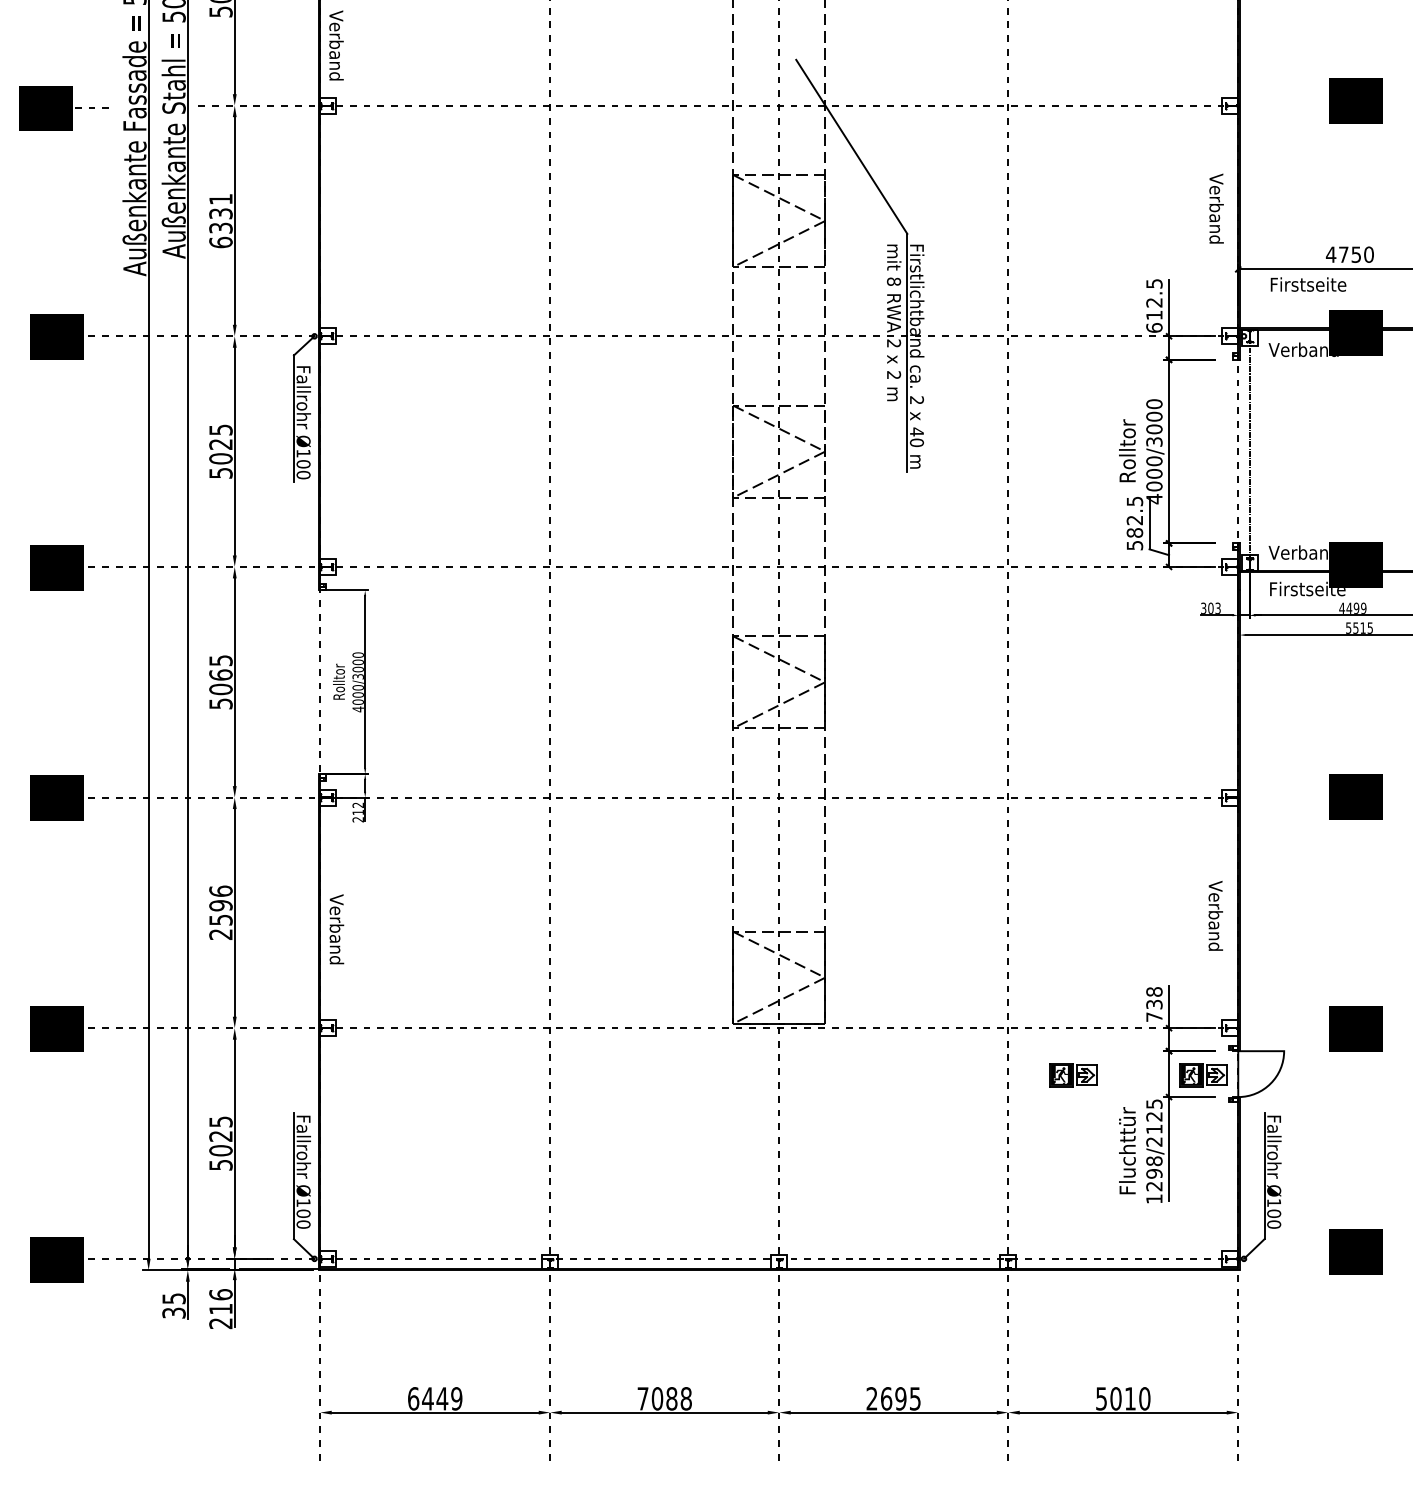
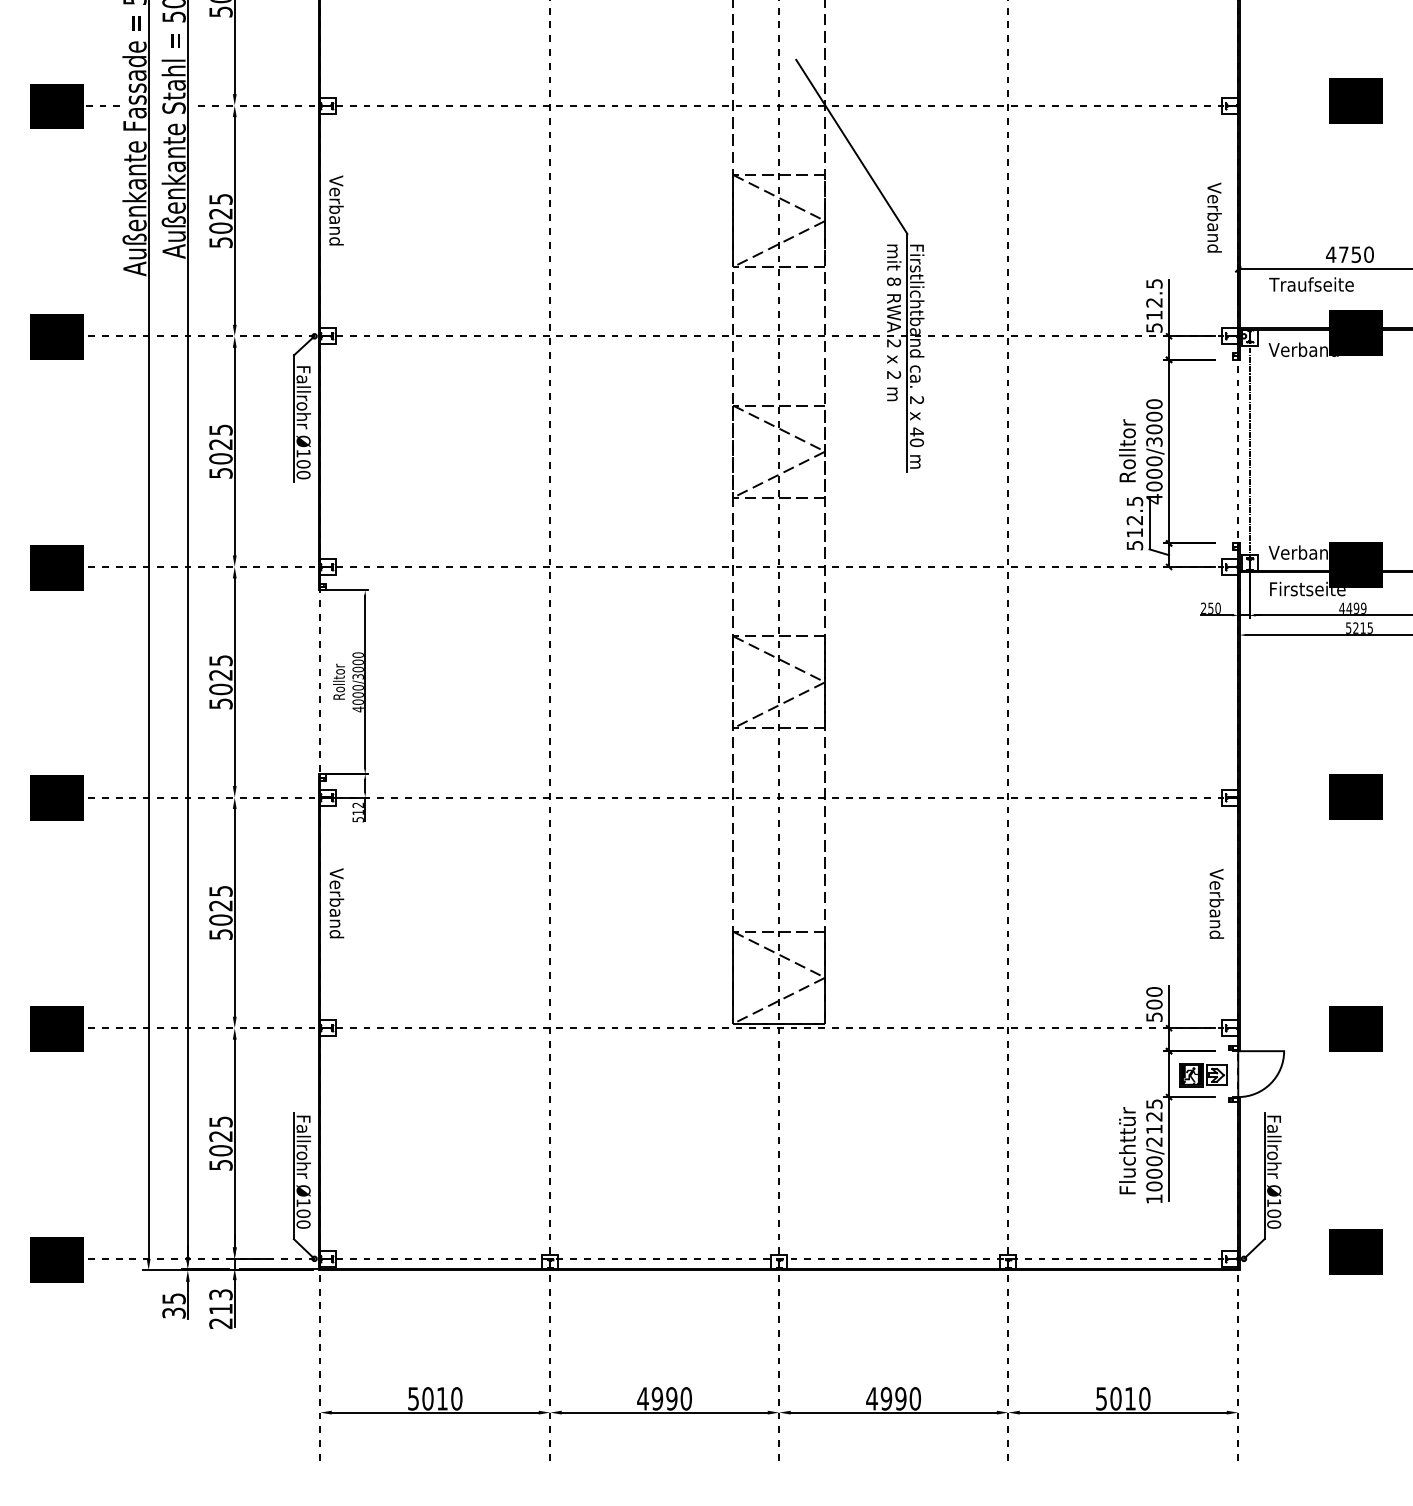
text at (336, 45) position: (336, 45) -> (336, 210)
part at (63, 108) position: (63, 108) -> (74, 106)
text at (1216, 208) position: (1216, 208) -> (1214, 217)
text at (220, 221): 6331 -> 5025
text at (1311, 284): Firstseite -> Traufseite
text at (1154, 327): 612.5 -> 512.5
text at (1134, 532): 582.5 -> 512.5
text at (1210, 607): 303 -> 250
text at (1355, 627): 5515 -> 5215
text at (220, 674): 5065 -> 5025
text at (357, 819): 212 -> 512
text at (220, 912): 2596 -> 5025
text at (1215, 915) position: (1215, 915) -> (1216, 903)
text at (336, 929) position: (336, 929) -> (336, 903)
text at (1154, 1004): 738 -> 500
part at (1073, 1075): present -> none
text at (1154, 1173): 1298/2125 -> 1000/2125
text at (220, 1294): 216 -> 213
text at (435, 1398): 6449 -> 5010
text at (664, 1398): 7088 -> 4990
text at (893, 1398): 2695 -> 4990
